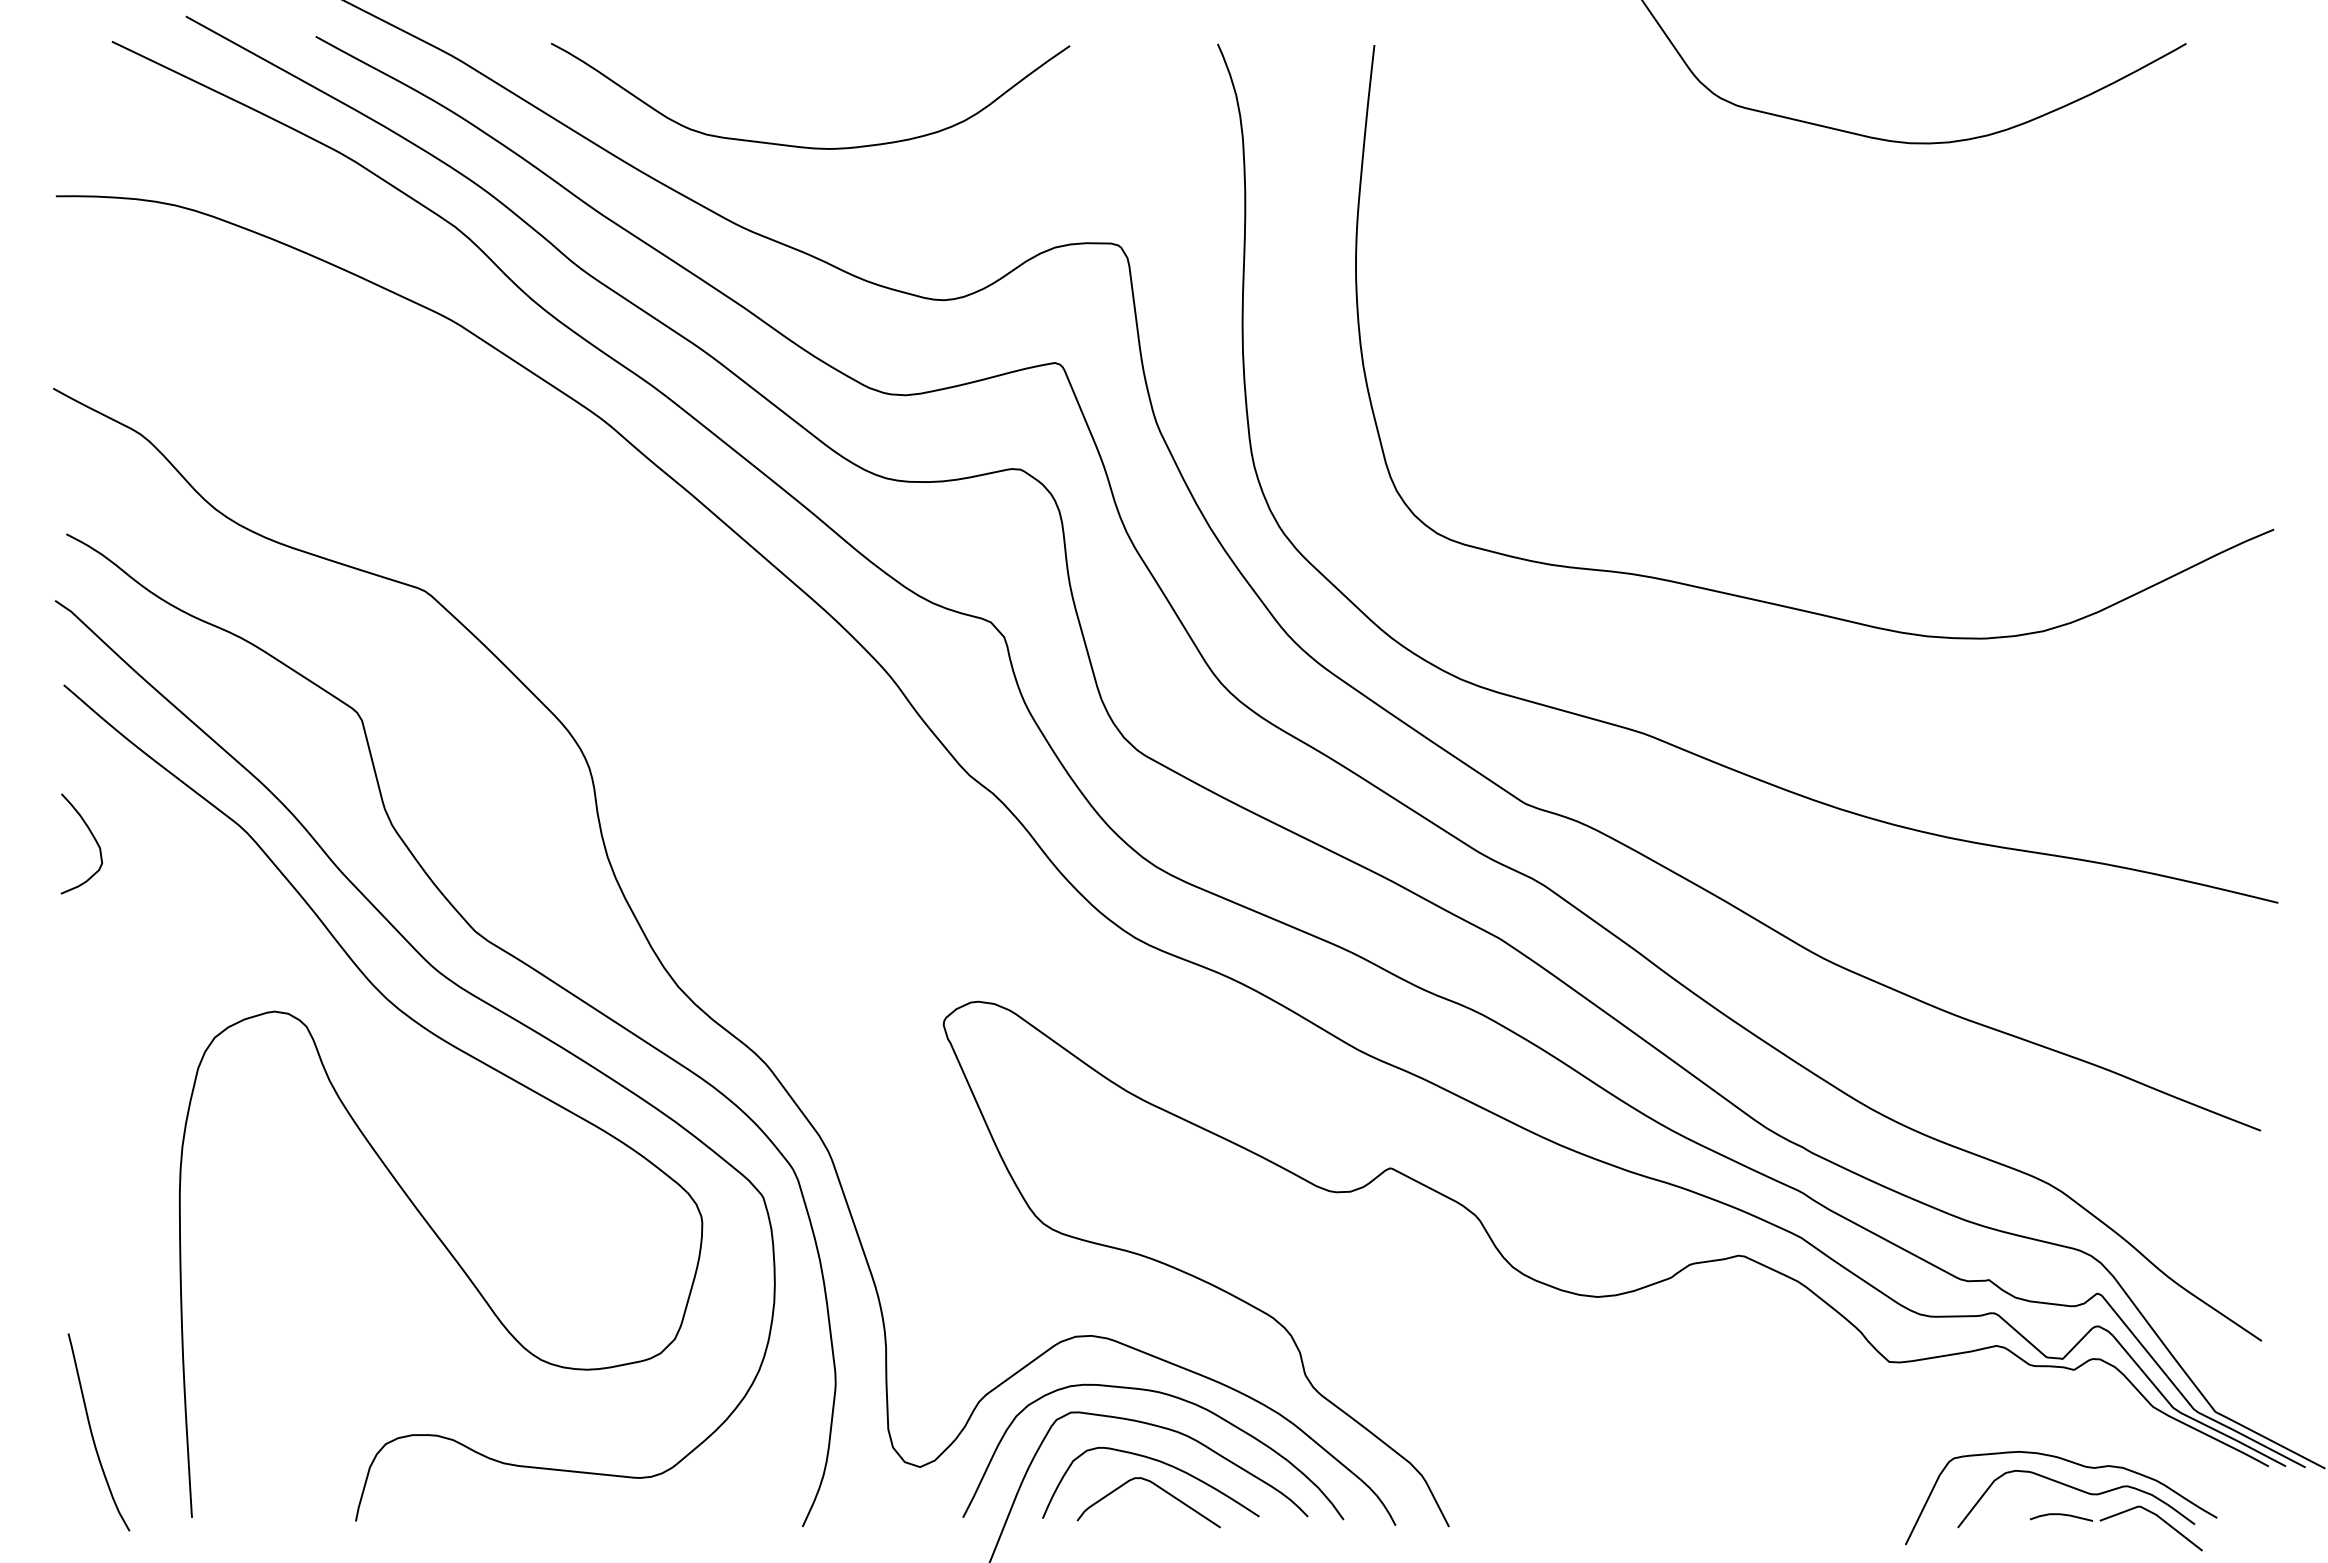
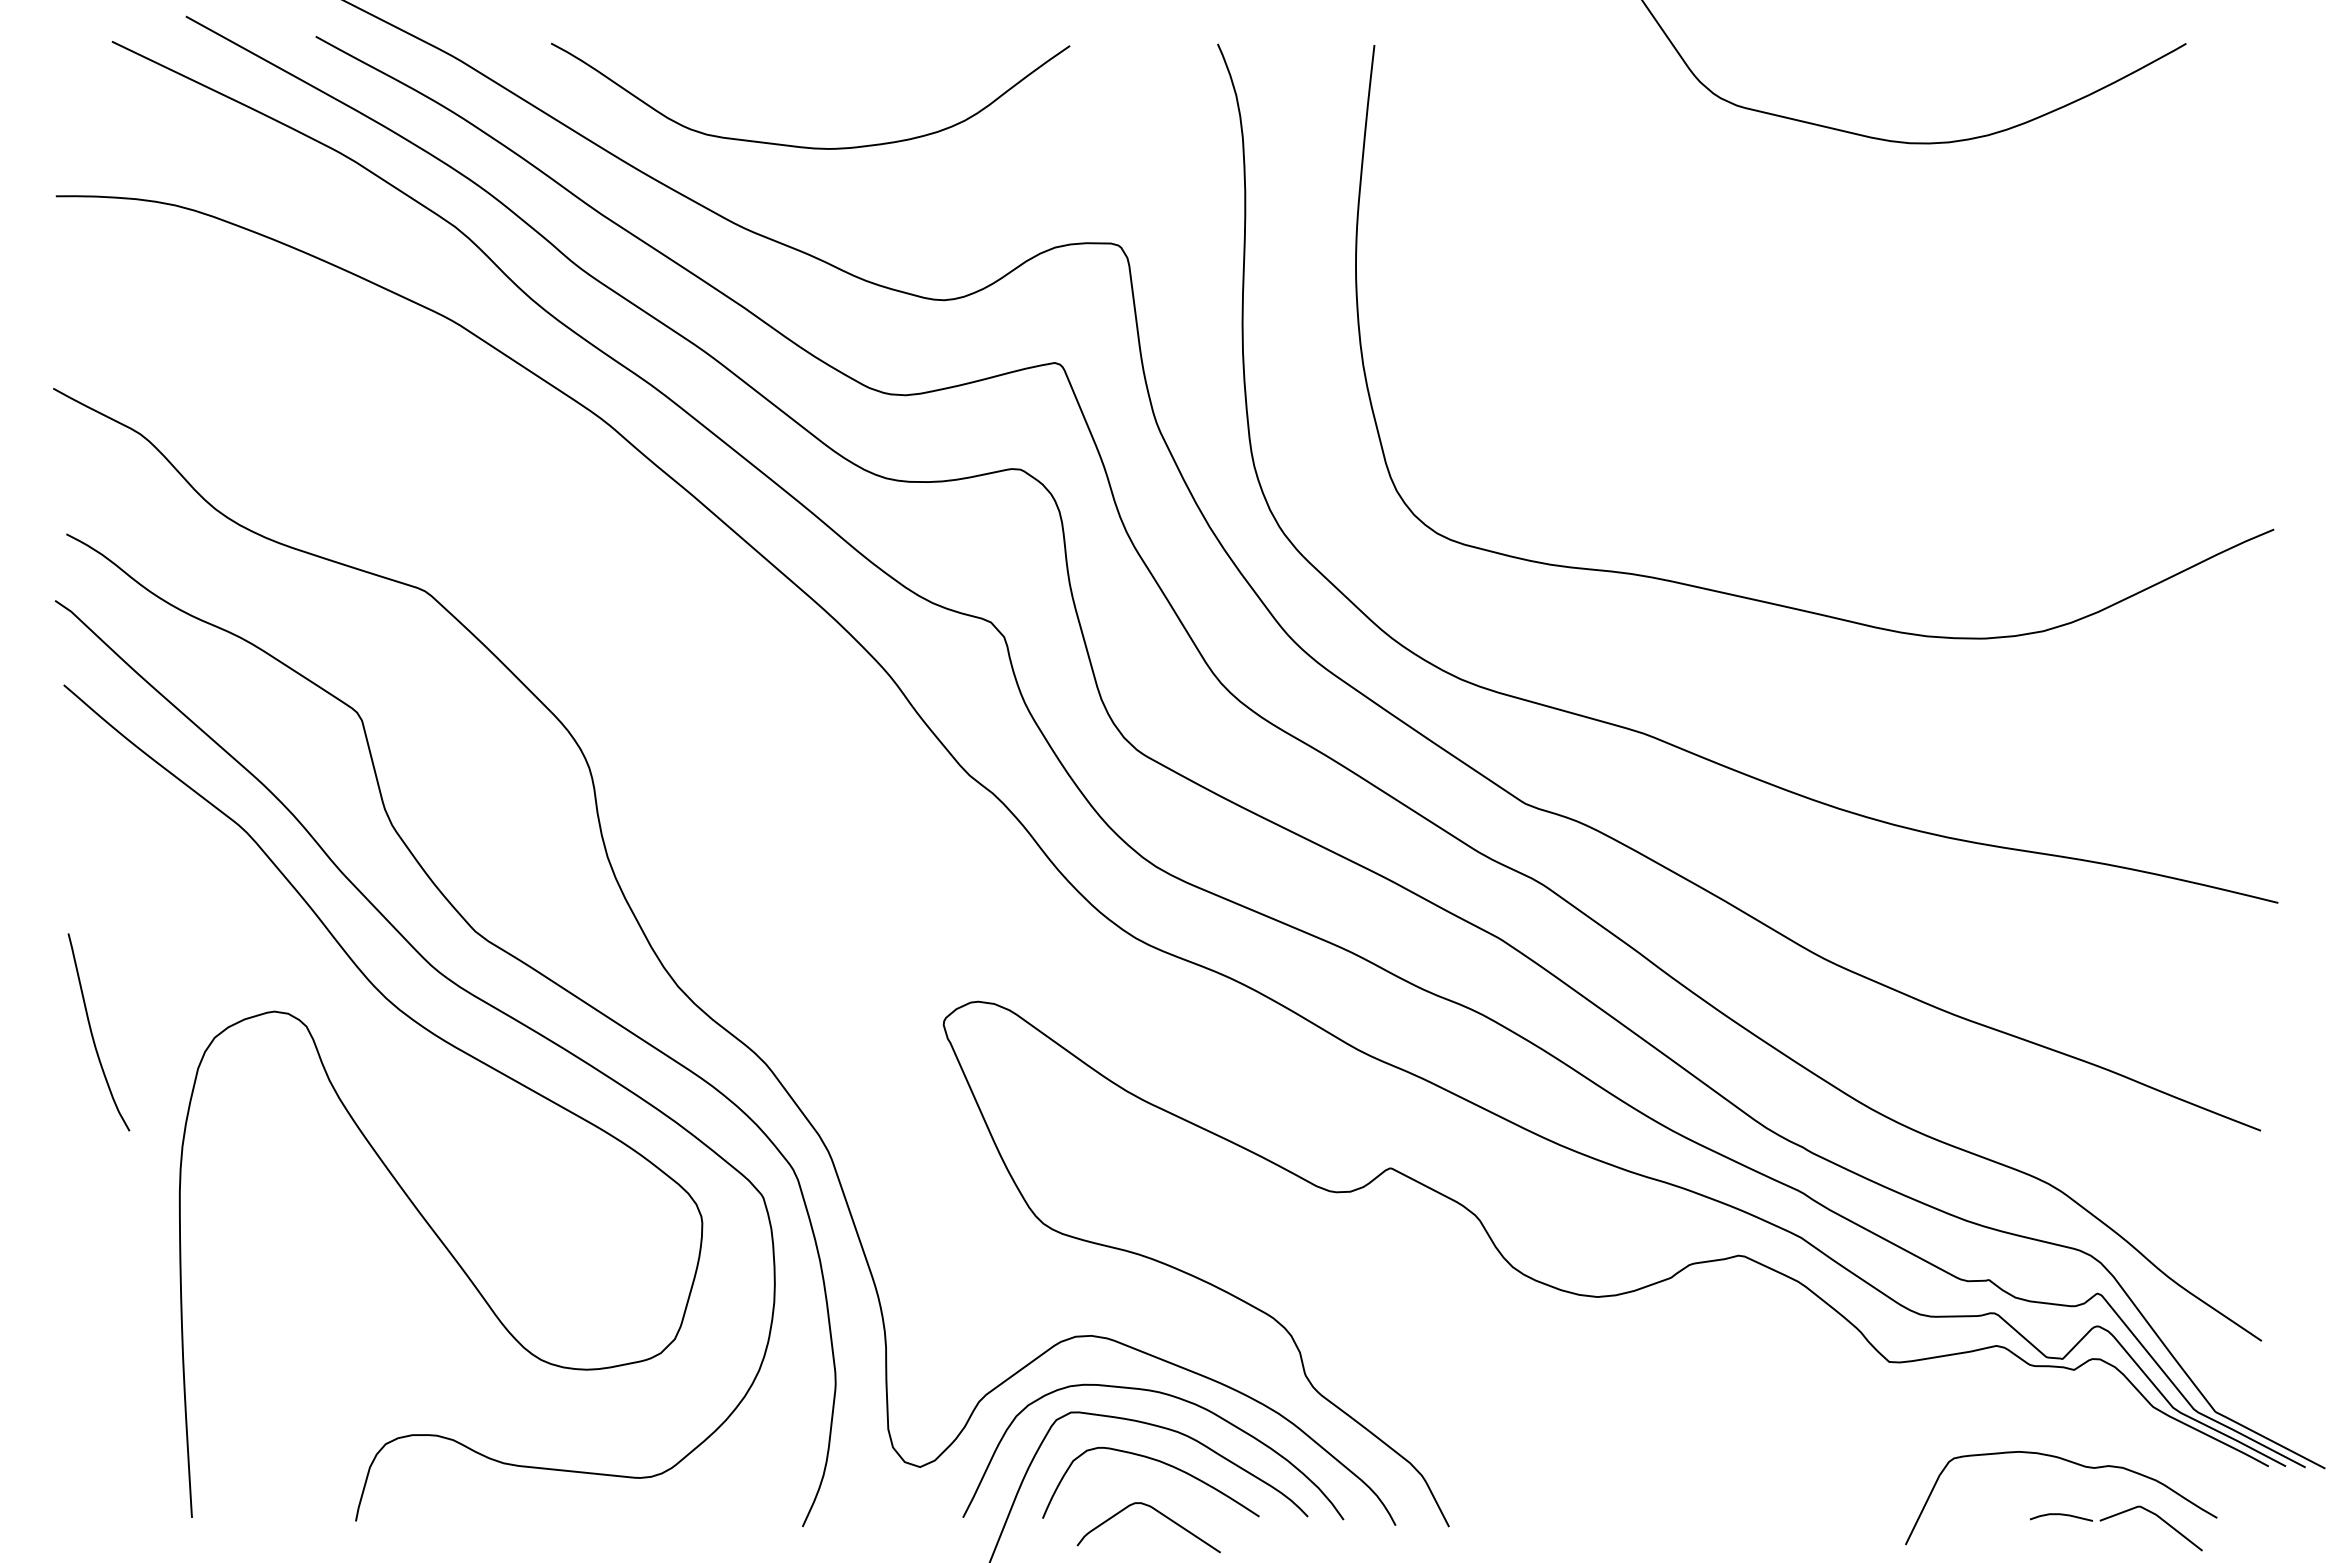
curve at (93, 838): present -> none
curve at (93, 1435) position: (93, 1435) -> (93, 1035)
curve at (1157, 1487) position: (1157, 1487) -> (1157, 1512)
curve at (2077, 1490): present -> none
